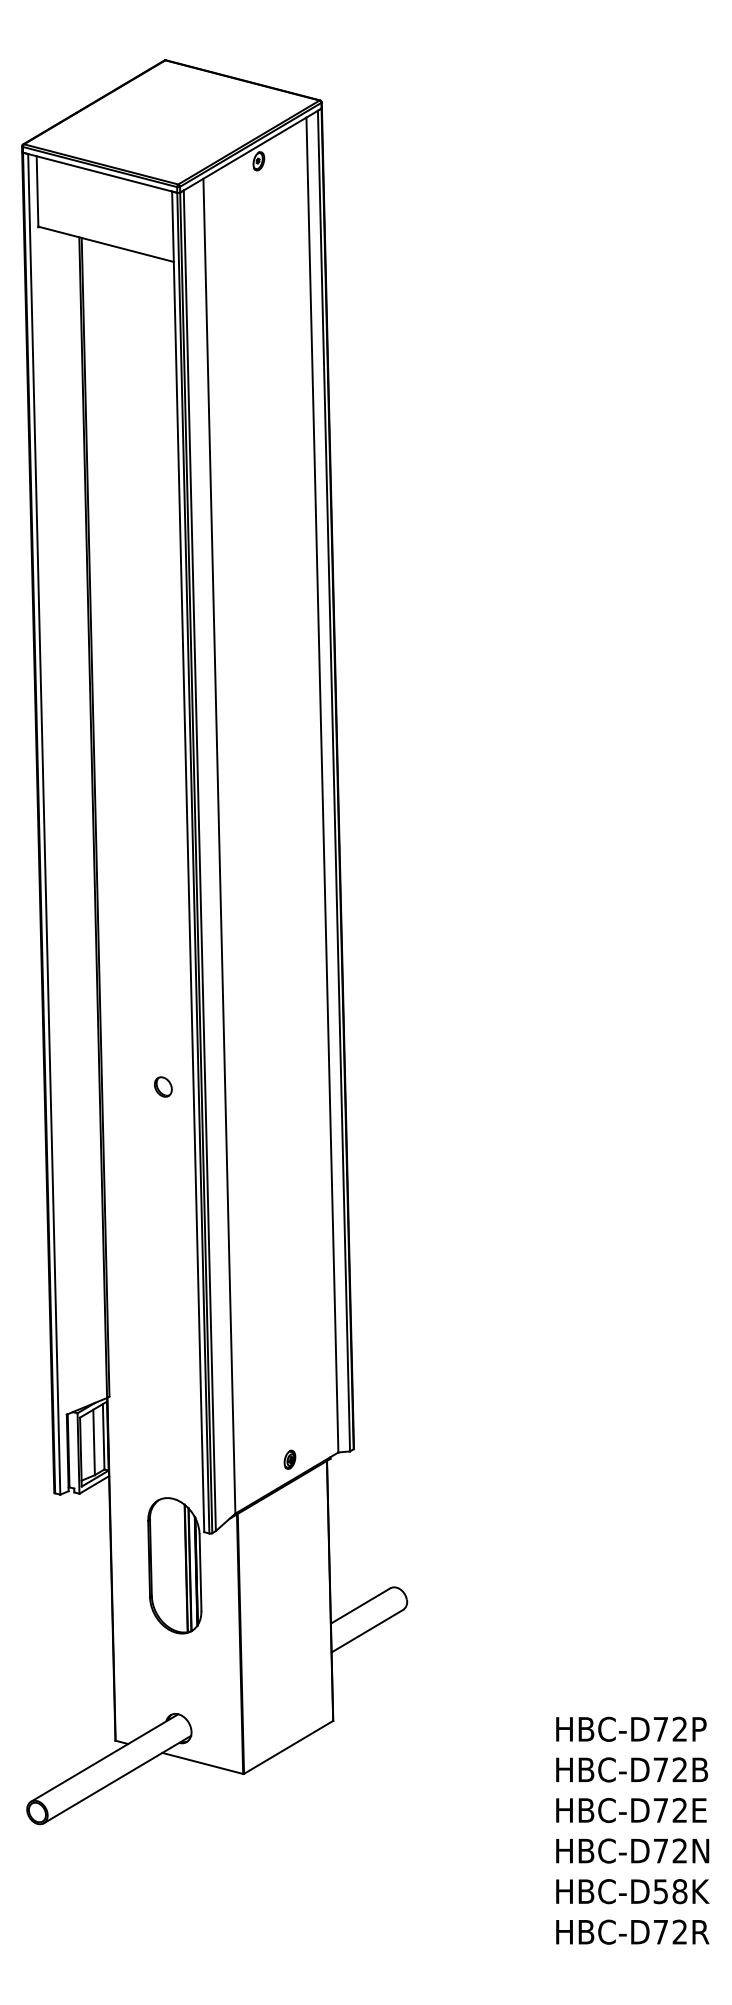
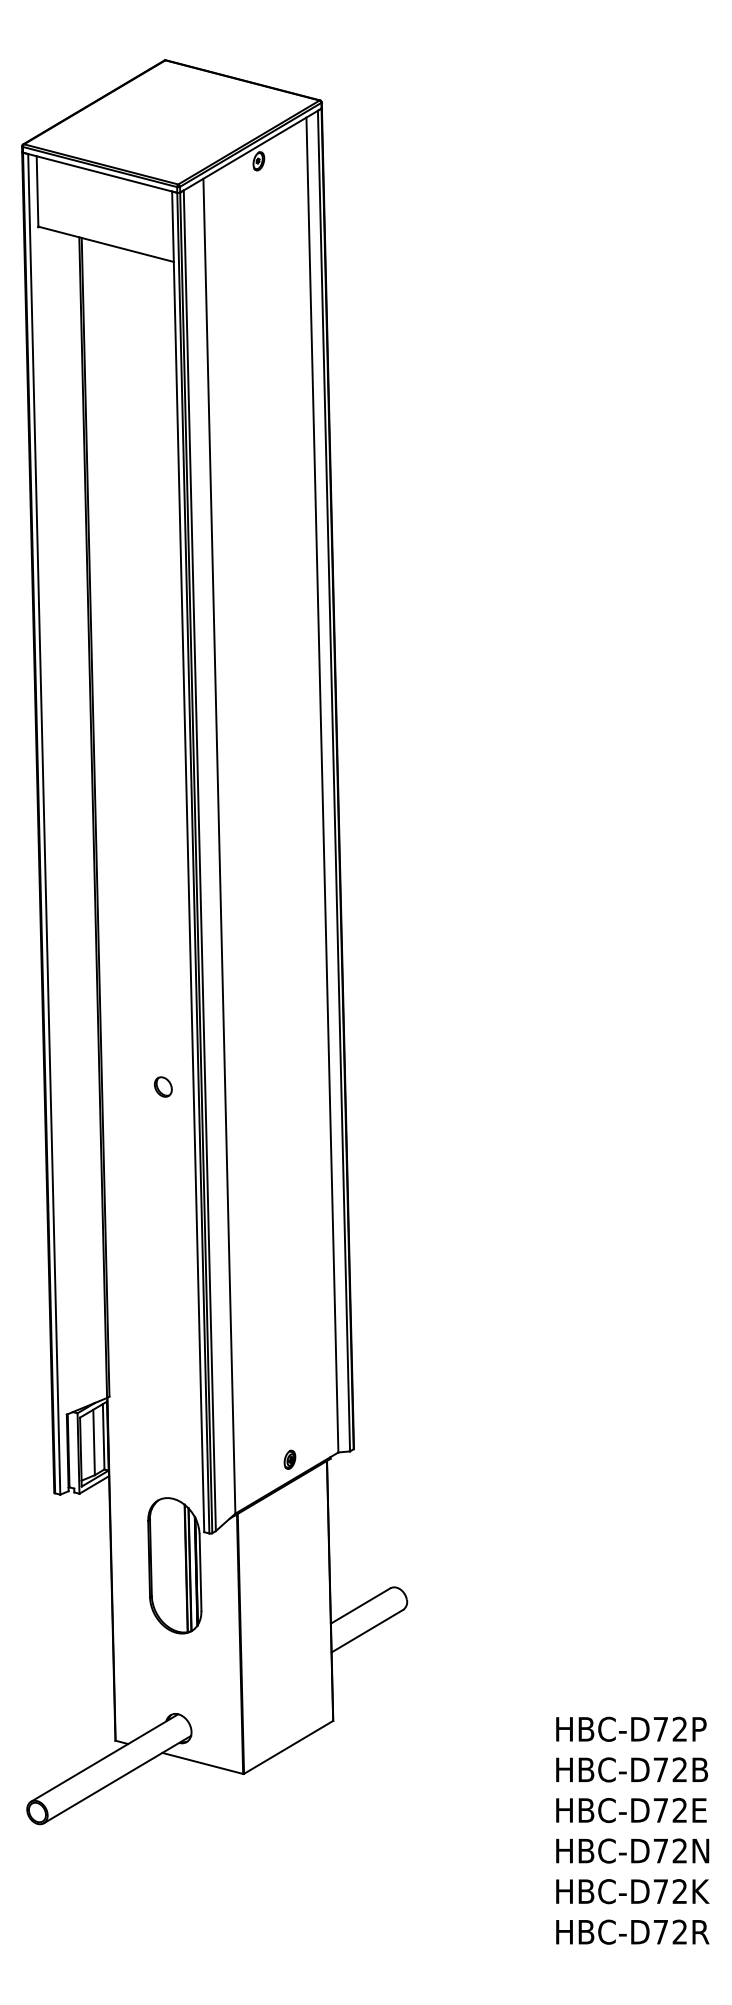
text at (670, 1891): HBC-D58K -> HBC-D72K
